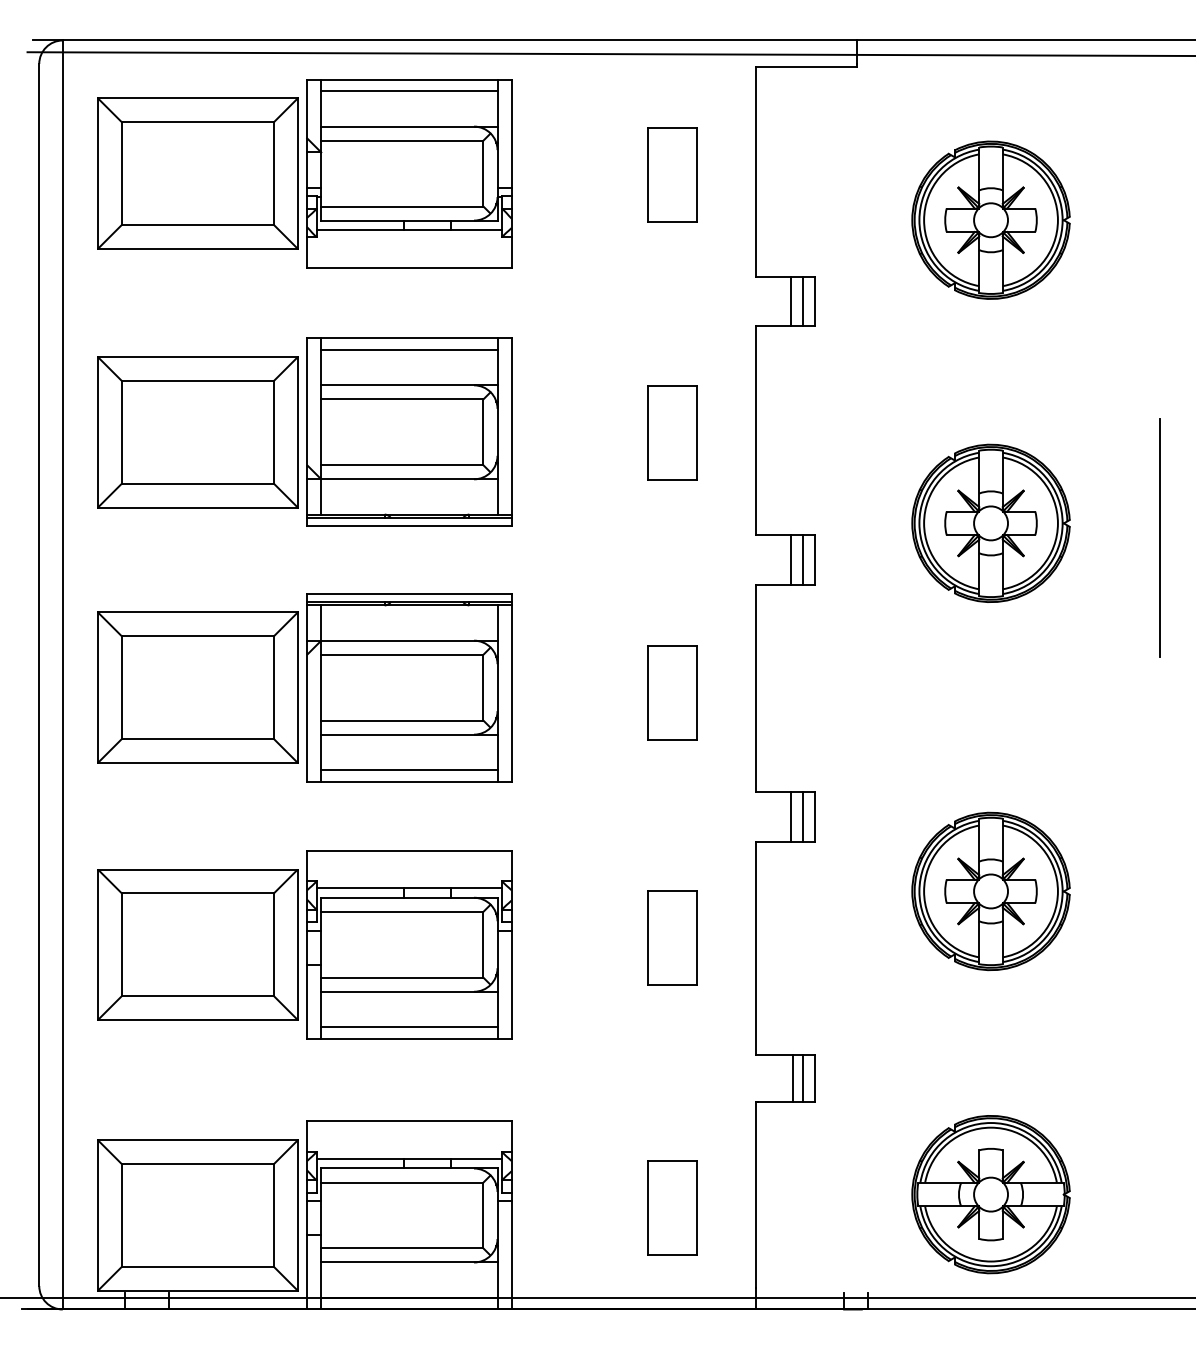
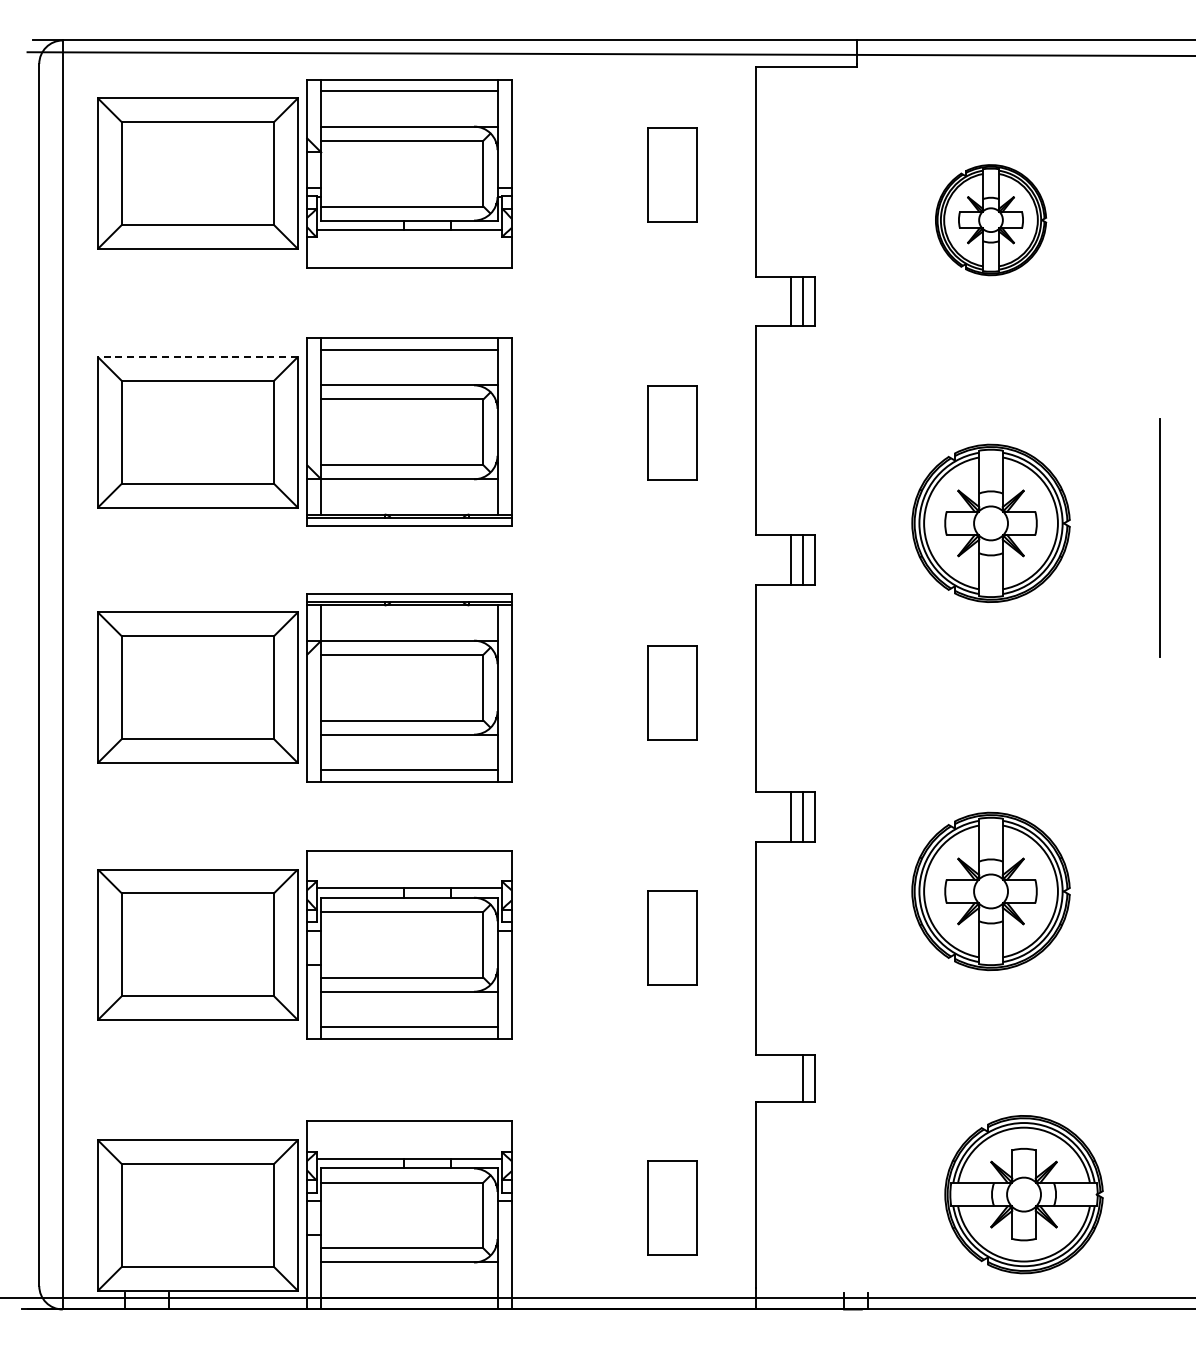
part at (990, 219) size: 160x160 px -> 113x113 px
line at (197, 357): solid -> dashed
line at (792, 1078): present -> none
part at (990, 1194) position: (990, 1194) -> (1023, 1194)
